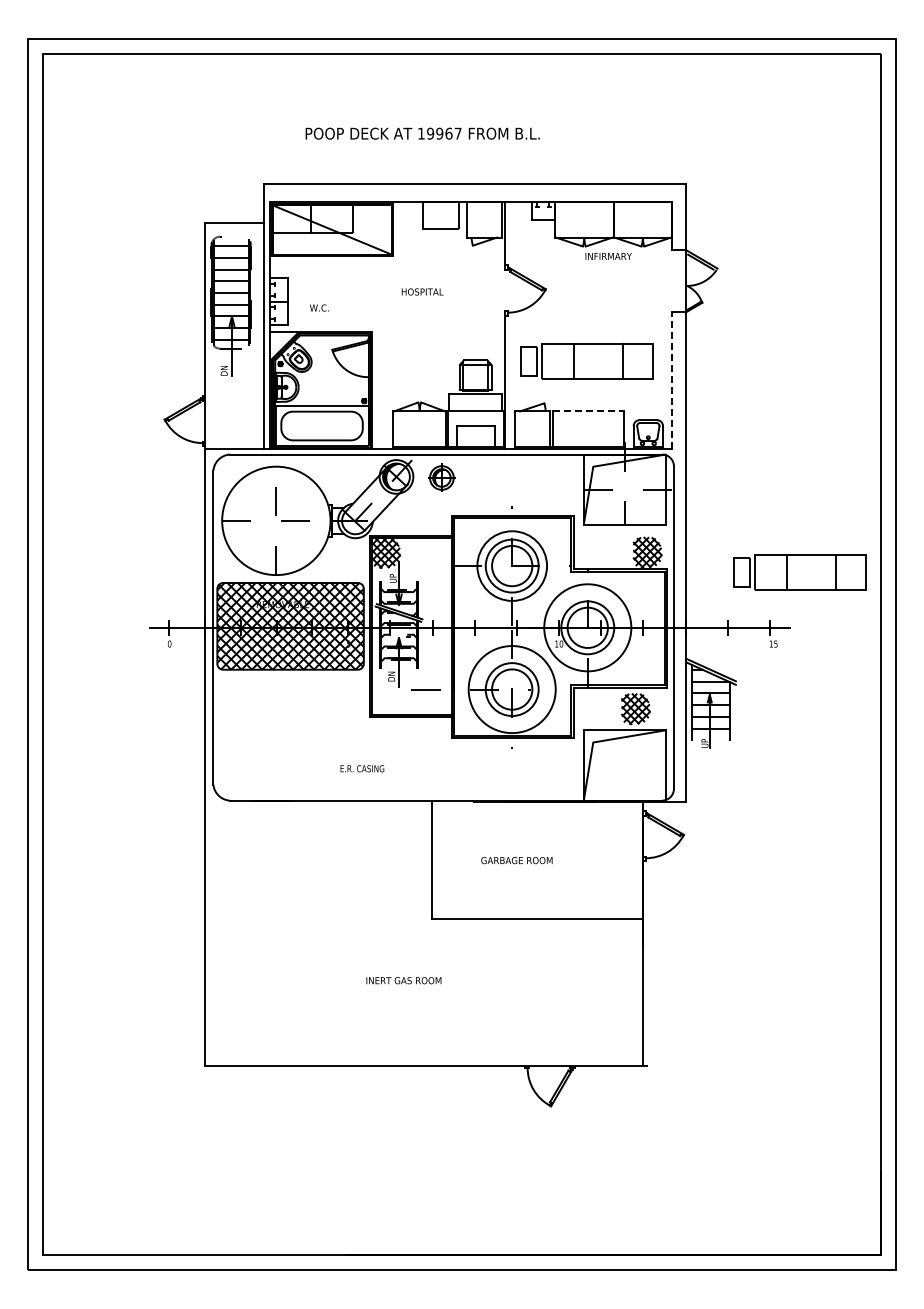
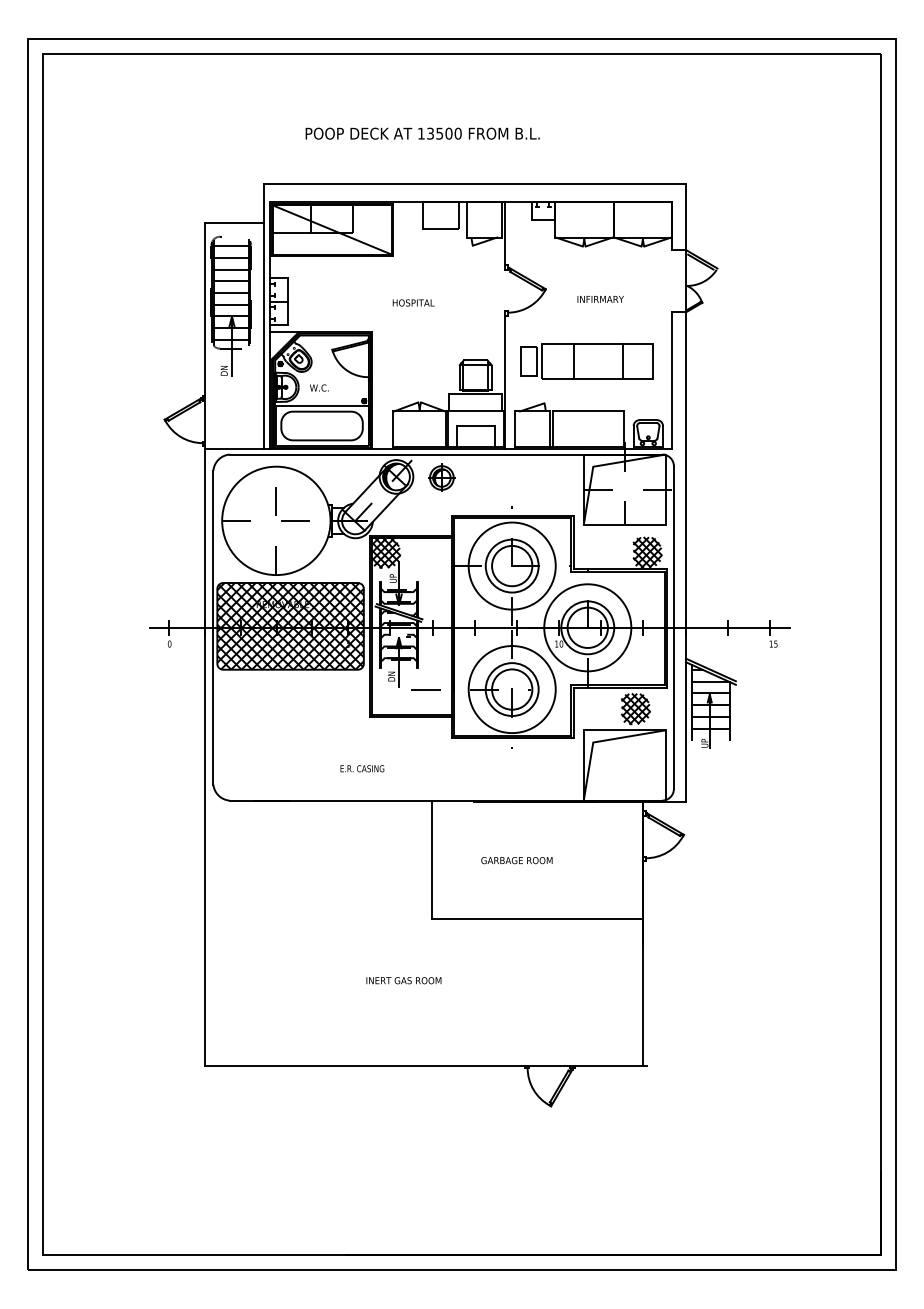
text at (444, 133): 19967 -> 13500
text at (608, 256) position: (608, 256) -> (600, 299)
text at (422, 291) position: (422, 291) -> (413, 302)
text at (319, 307) position: (319, 307) -> (319, 387)
line at (672, 380): dashed -> solid
line at (588, 411): dashed -> solid
circle at (512, 565) diameter: 70 px -> 87 px
part at (799, 572): present -> none
